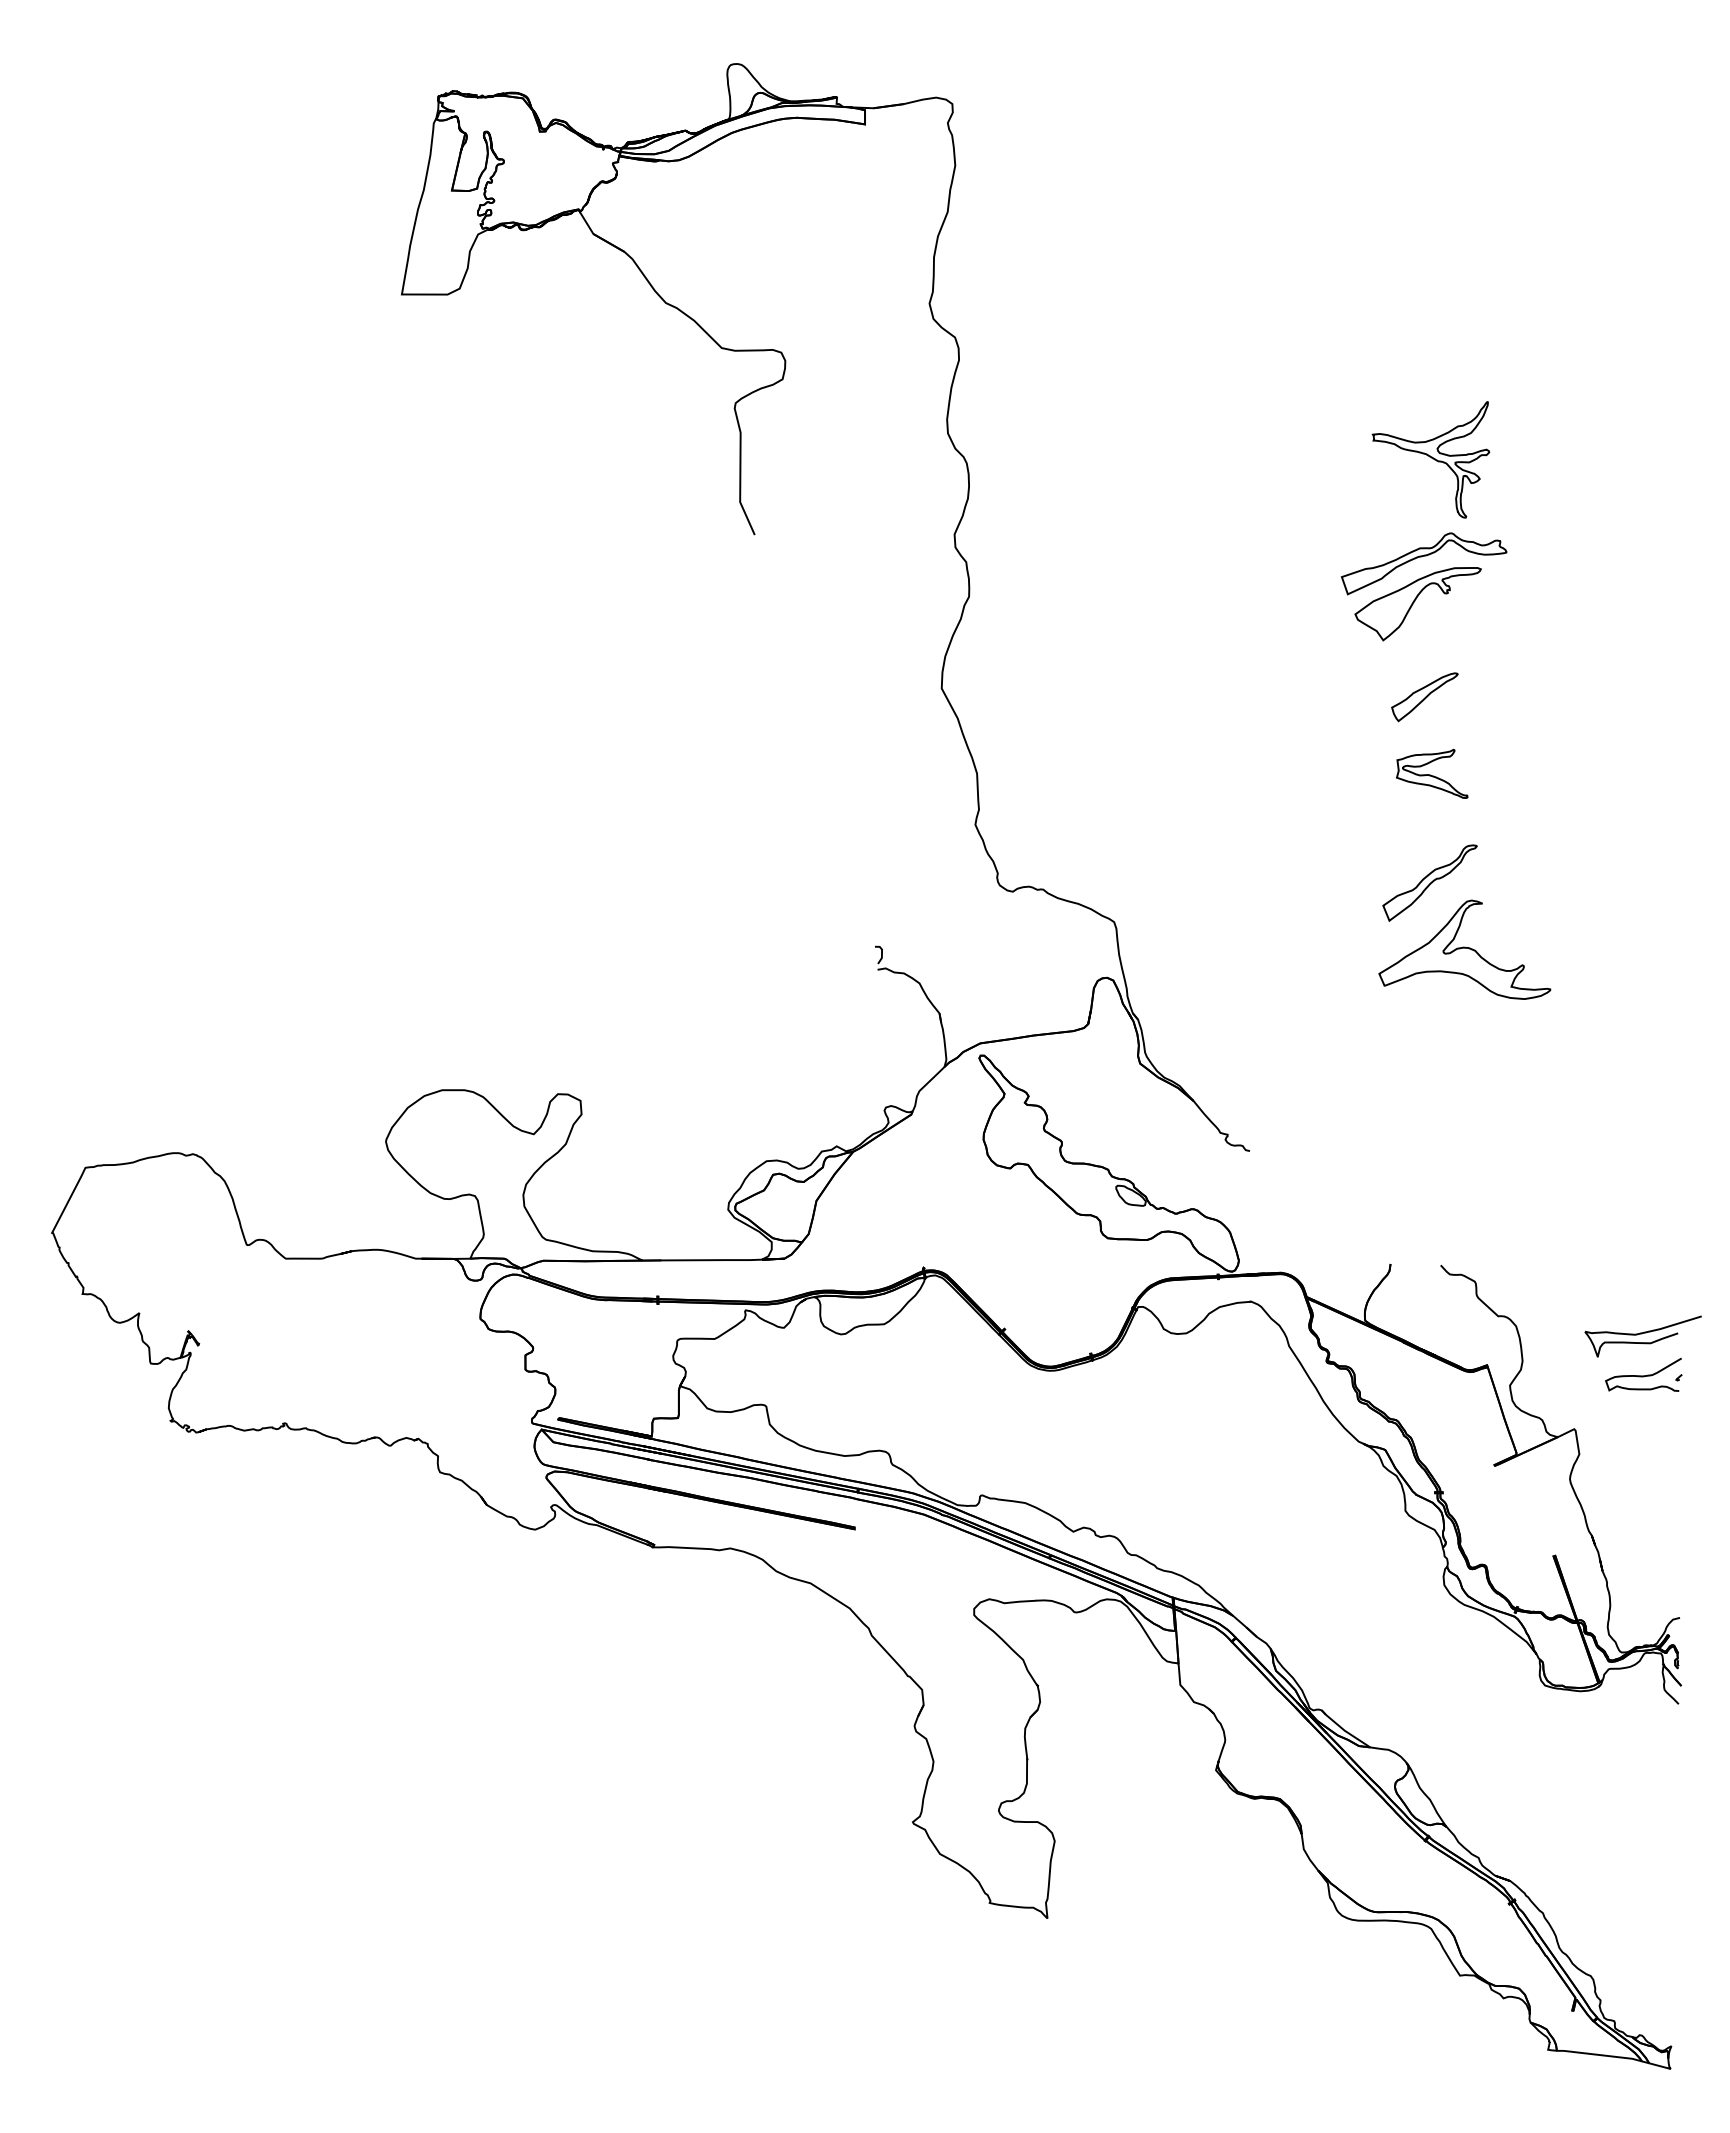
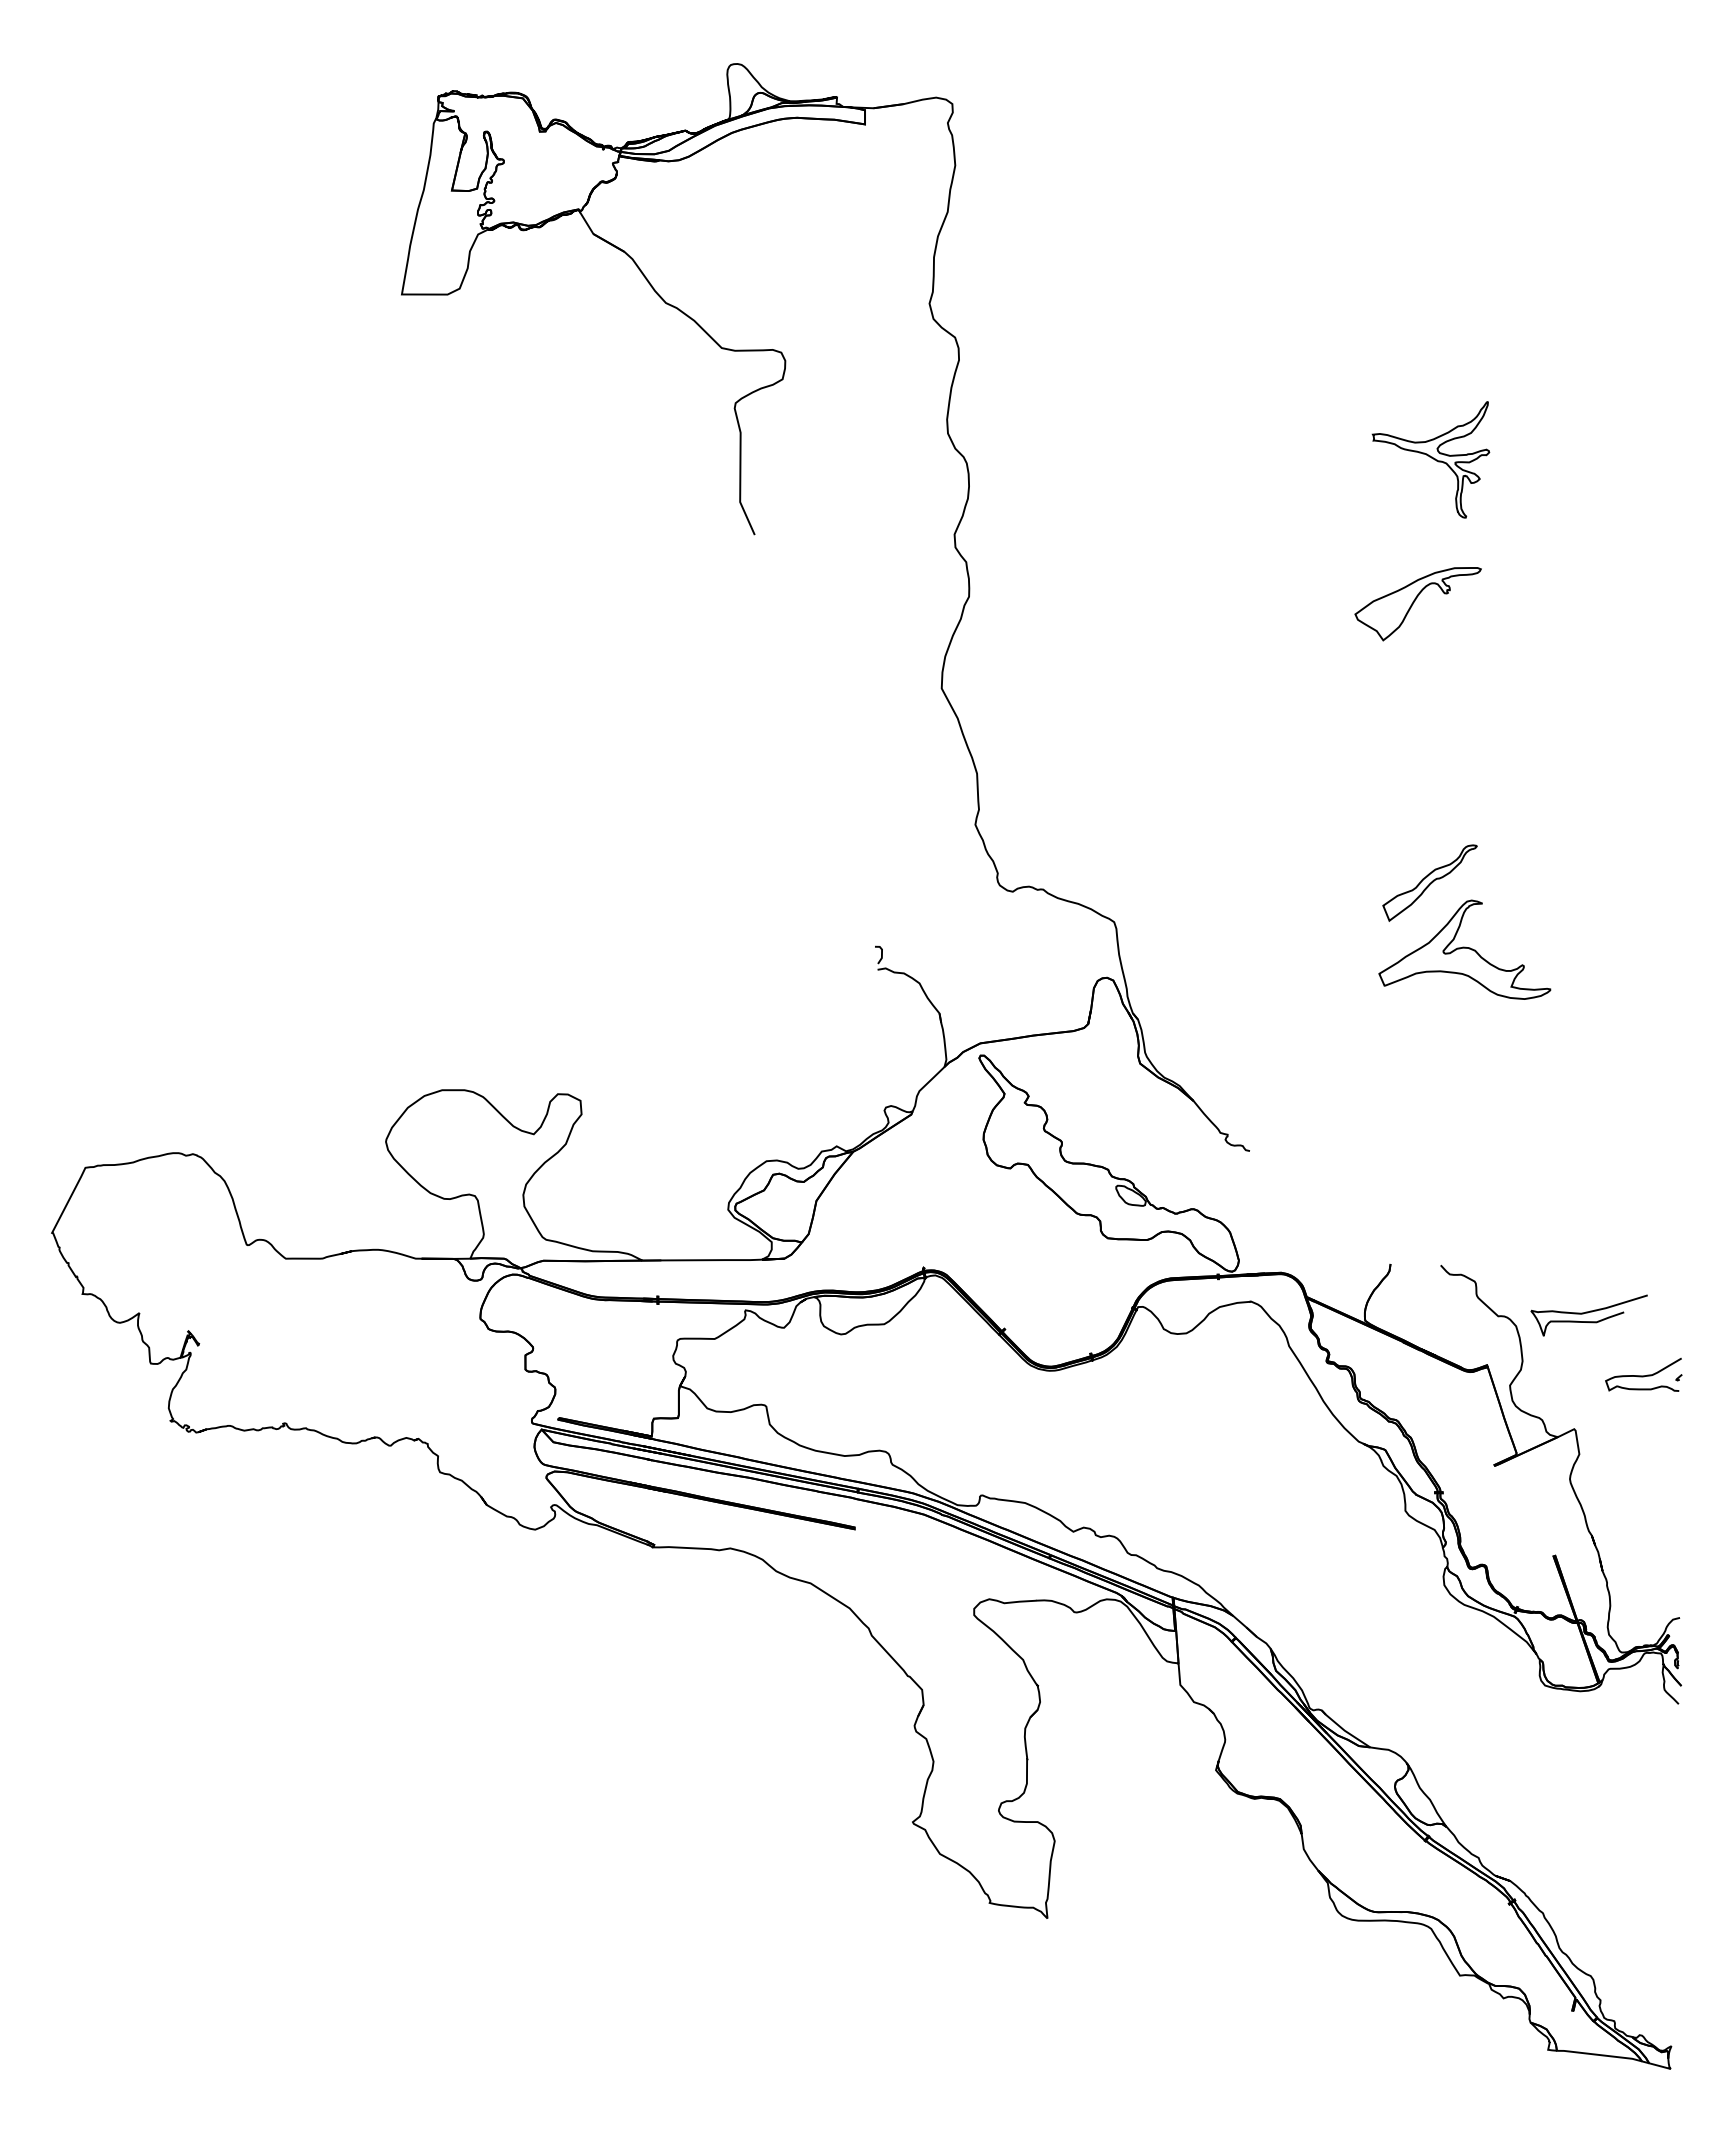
part at (1421, 557): present -> none
part at (1424, 697): present -> none
part at (1432, 773): present -> none
curve at (1642, 1334) position: (1642, 1334) -> (1588, 1313)
